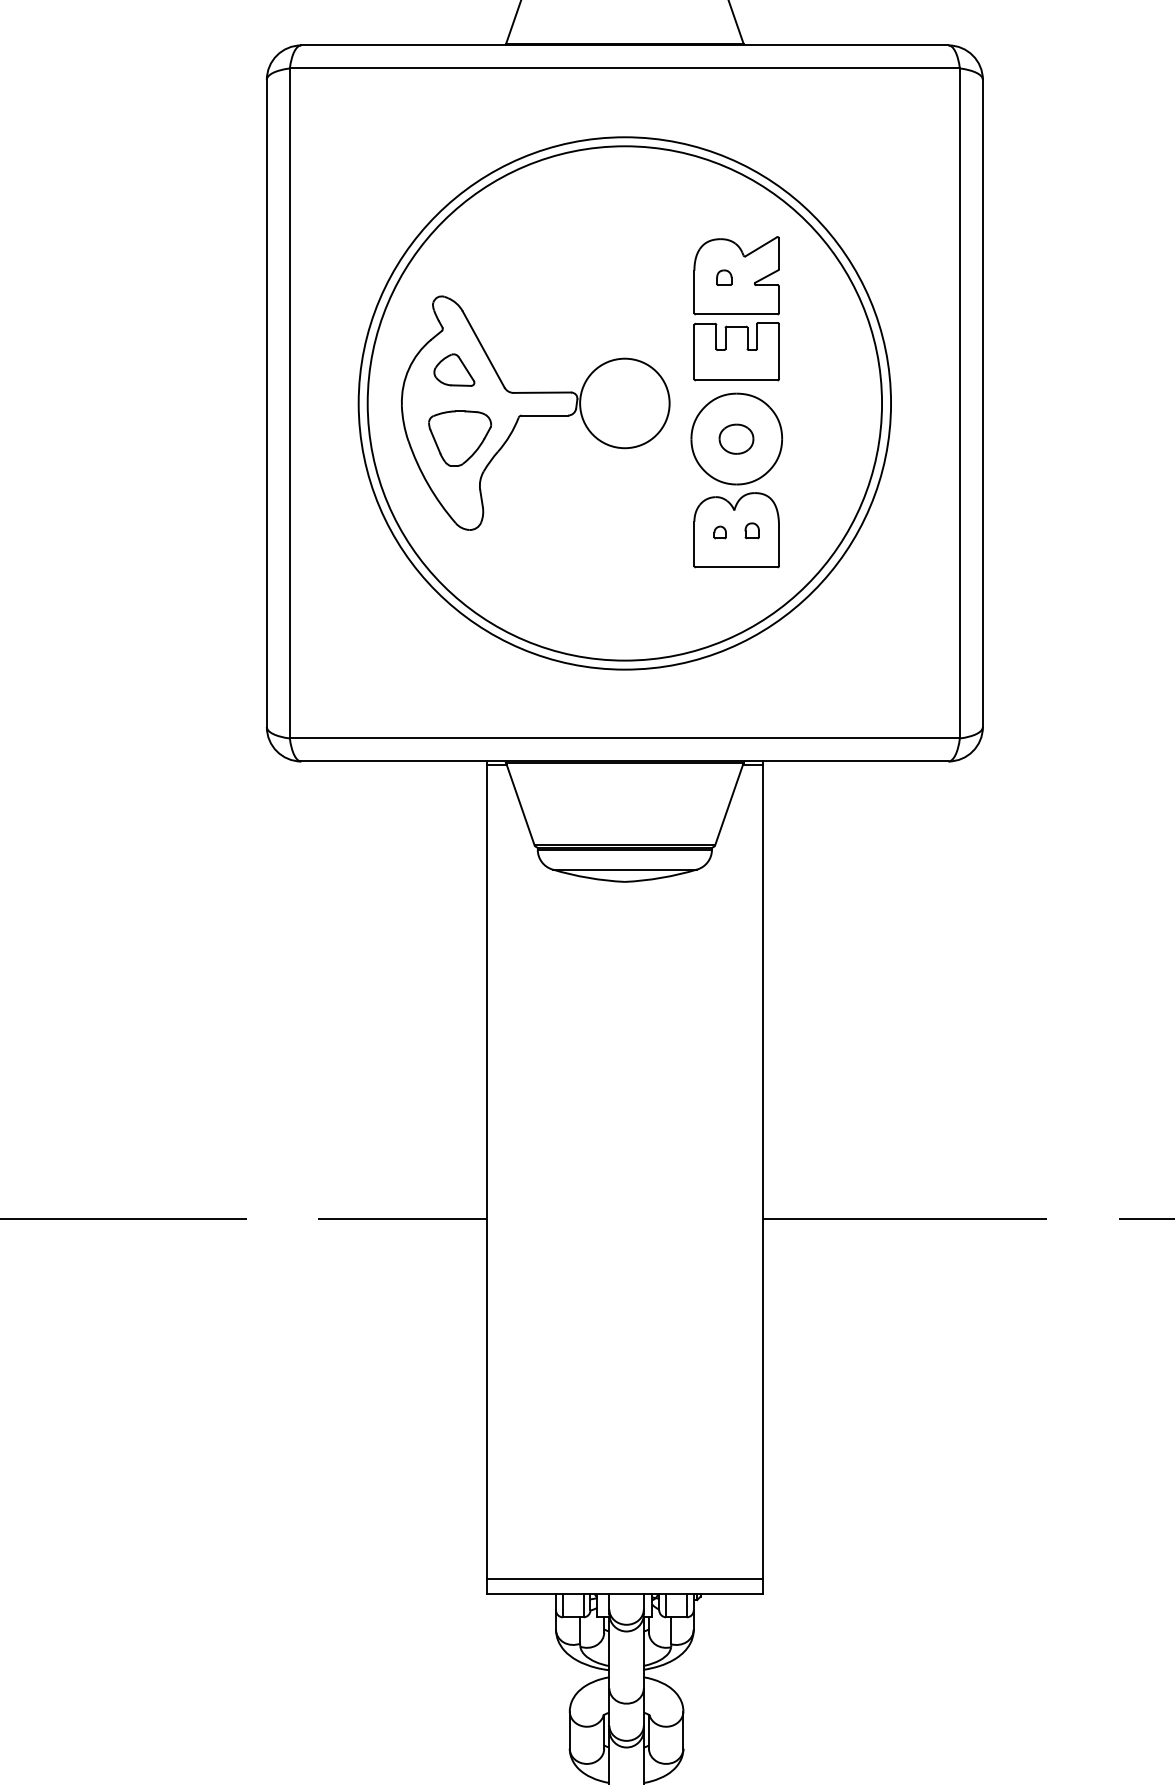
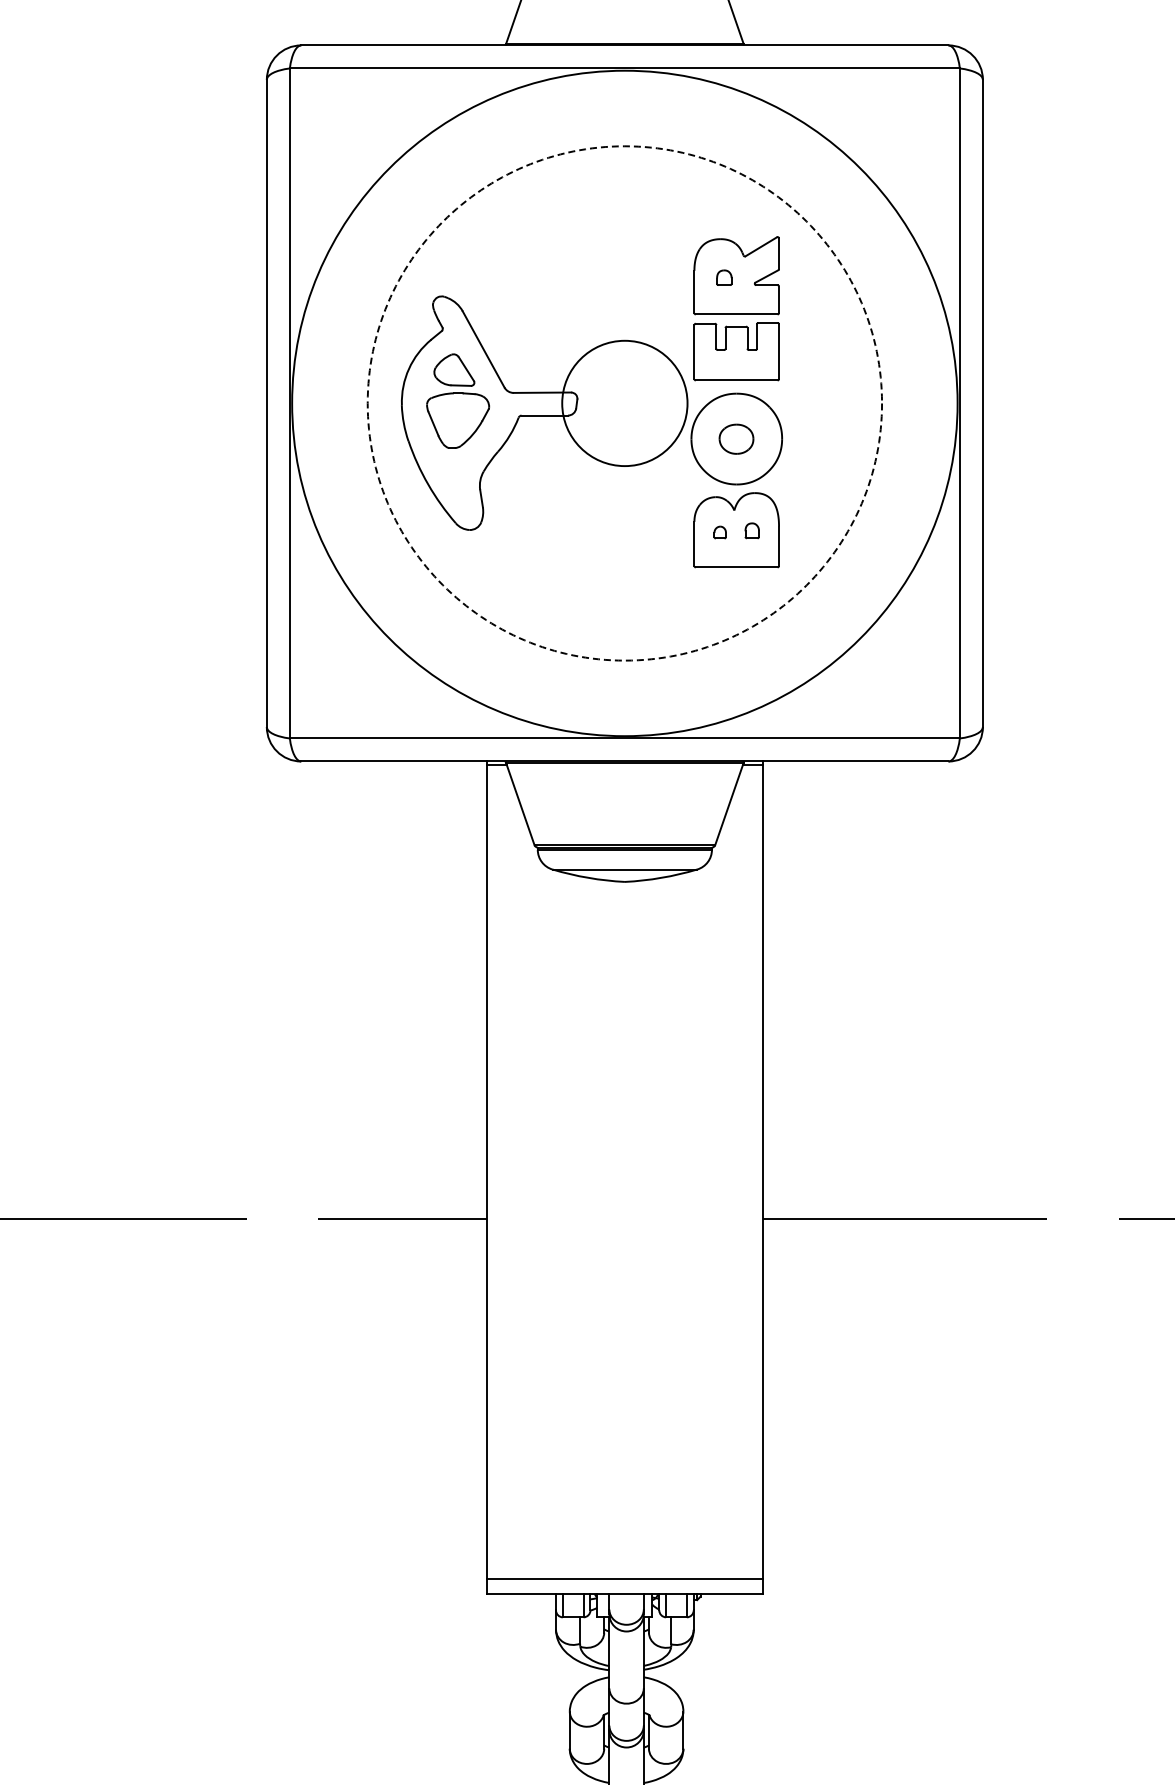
circle at (624, 403) diameter: 532 px -> 665 px
circle at (624, 403) diameter: 90 px -> 125 px
circle at (624, 403): solid -> dashed
part at (459, 438) position: (459, 438) -> (457, 420)
